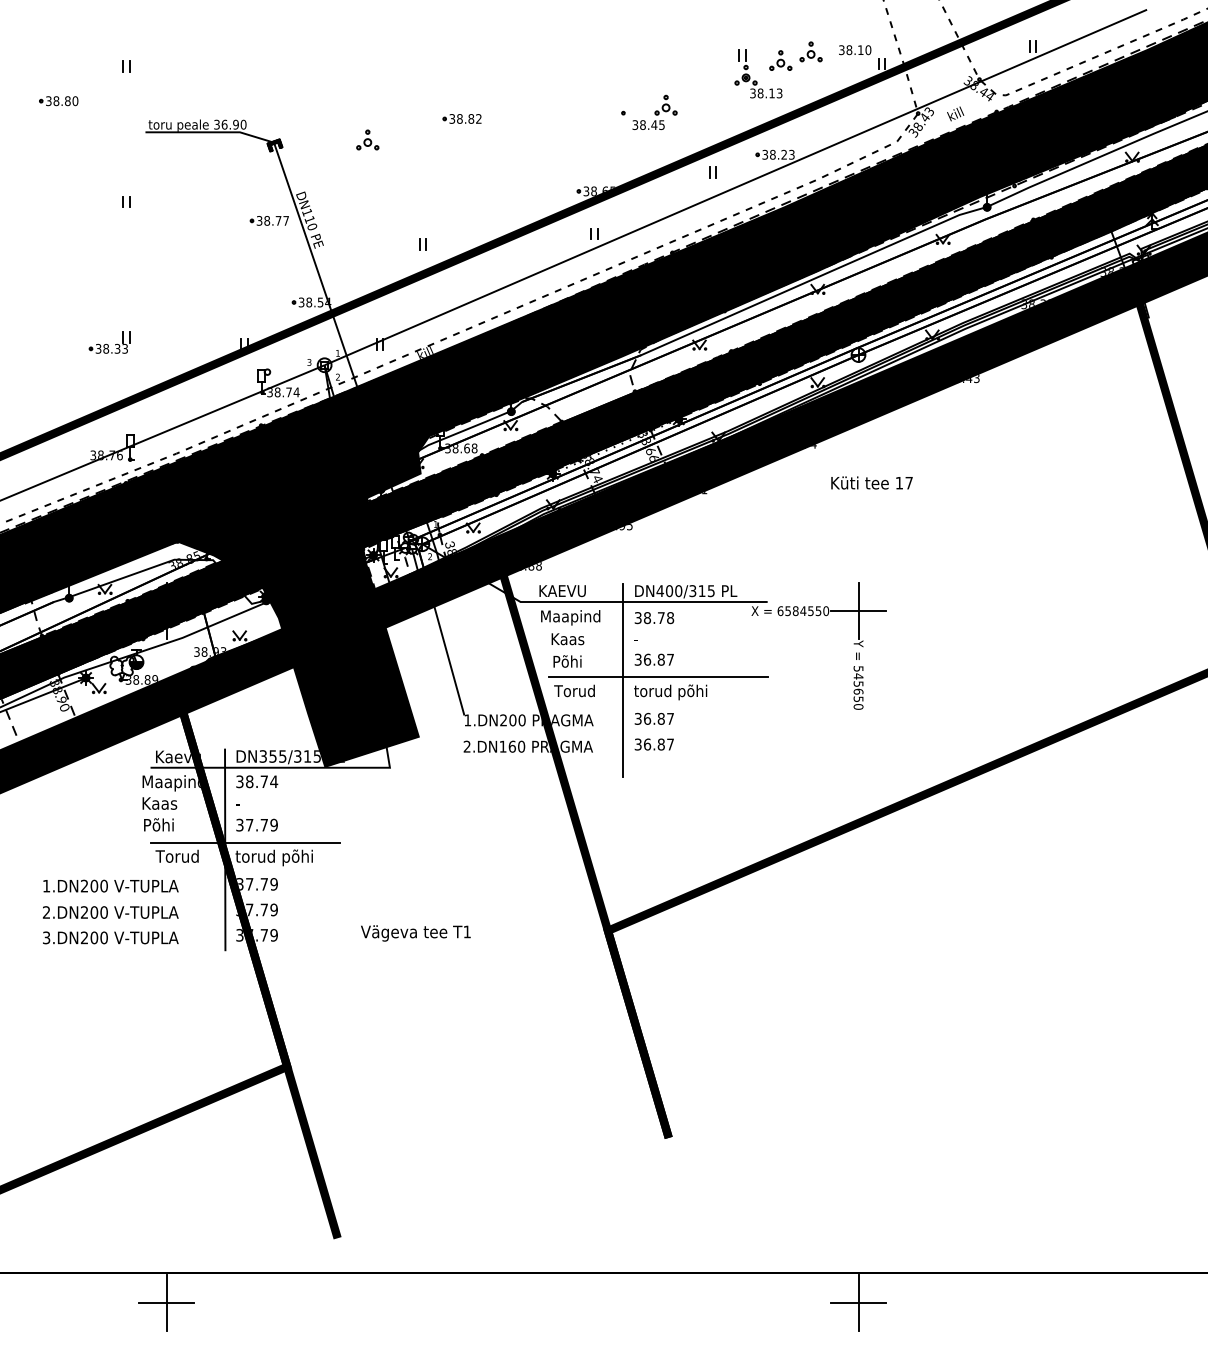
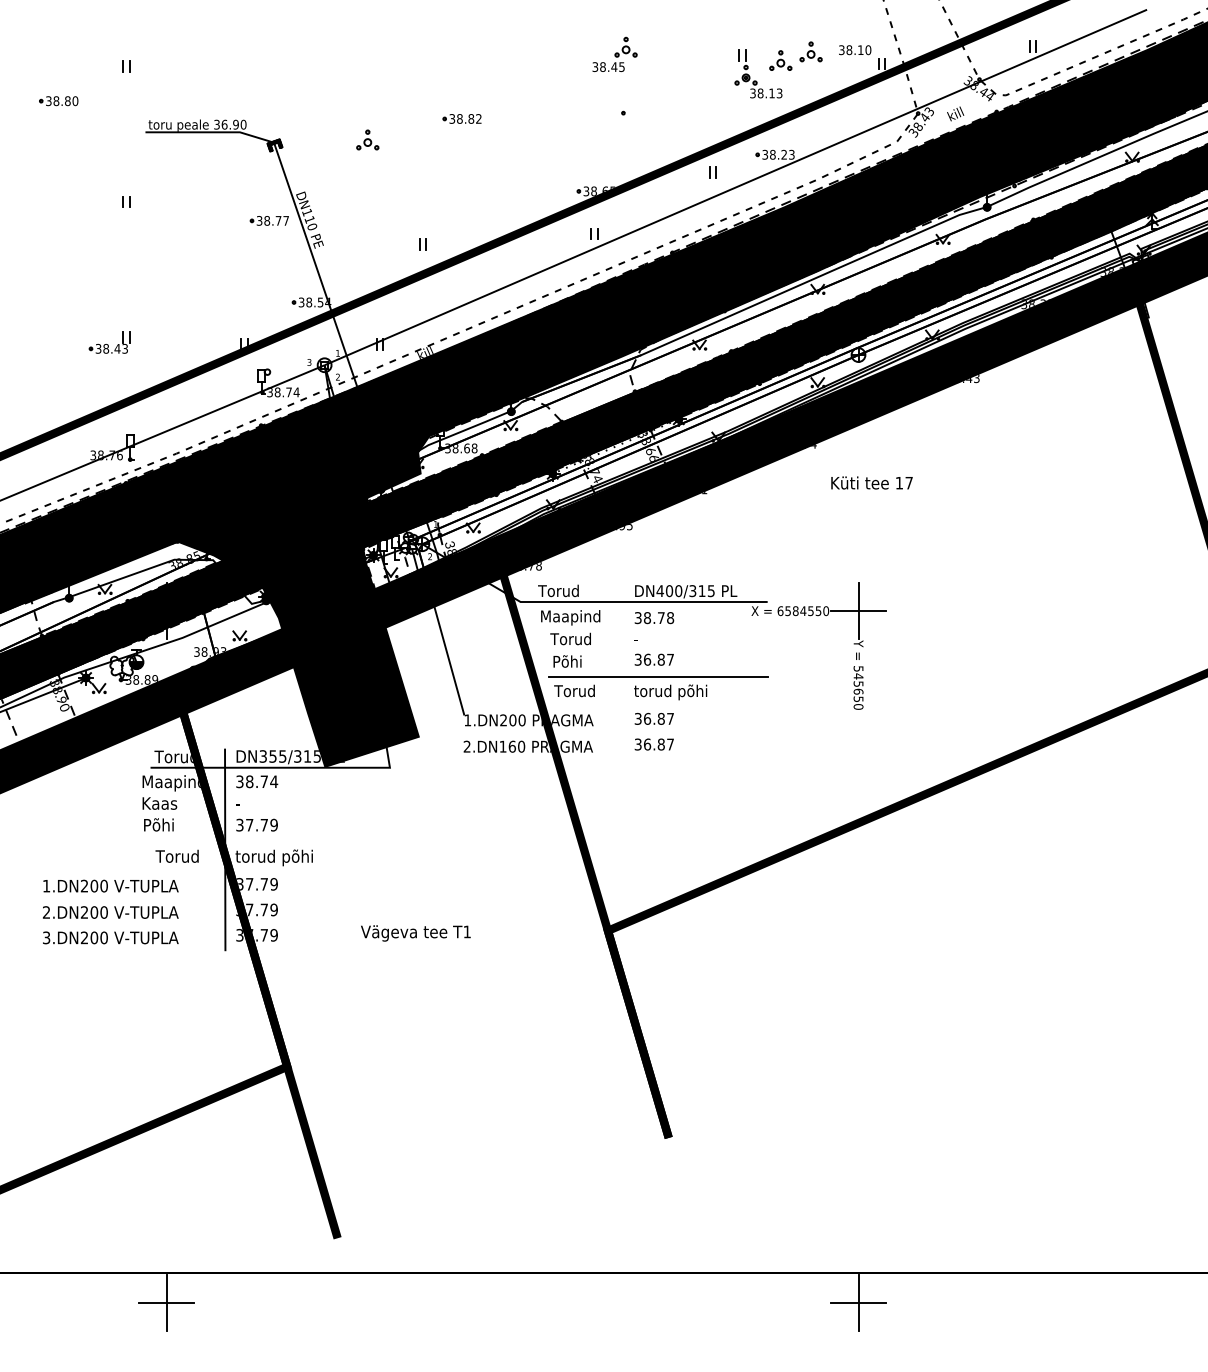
part at (654, 112) position: (654, 112) -> (614, 54)
text at (117, 348): 38.33 -> 38.43
text at (531, 567): 38.88 -> 38.78
text at (561, 590): KAEVU -> Torud
text at (570, 638): Kaas -> Torud
line at (622, 680): present -> none
text at (177, 756): Kaevu -> Torud
line at (245, 842): present -> none
